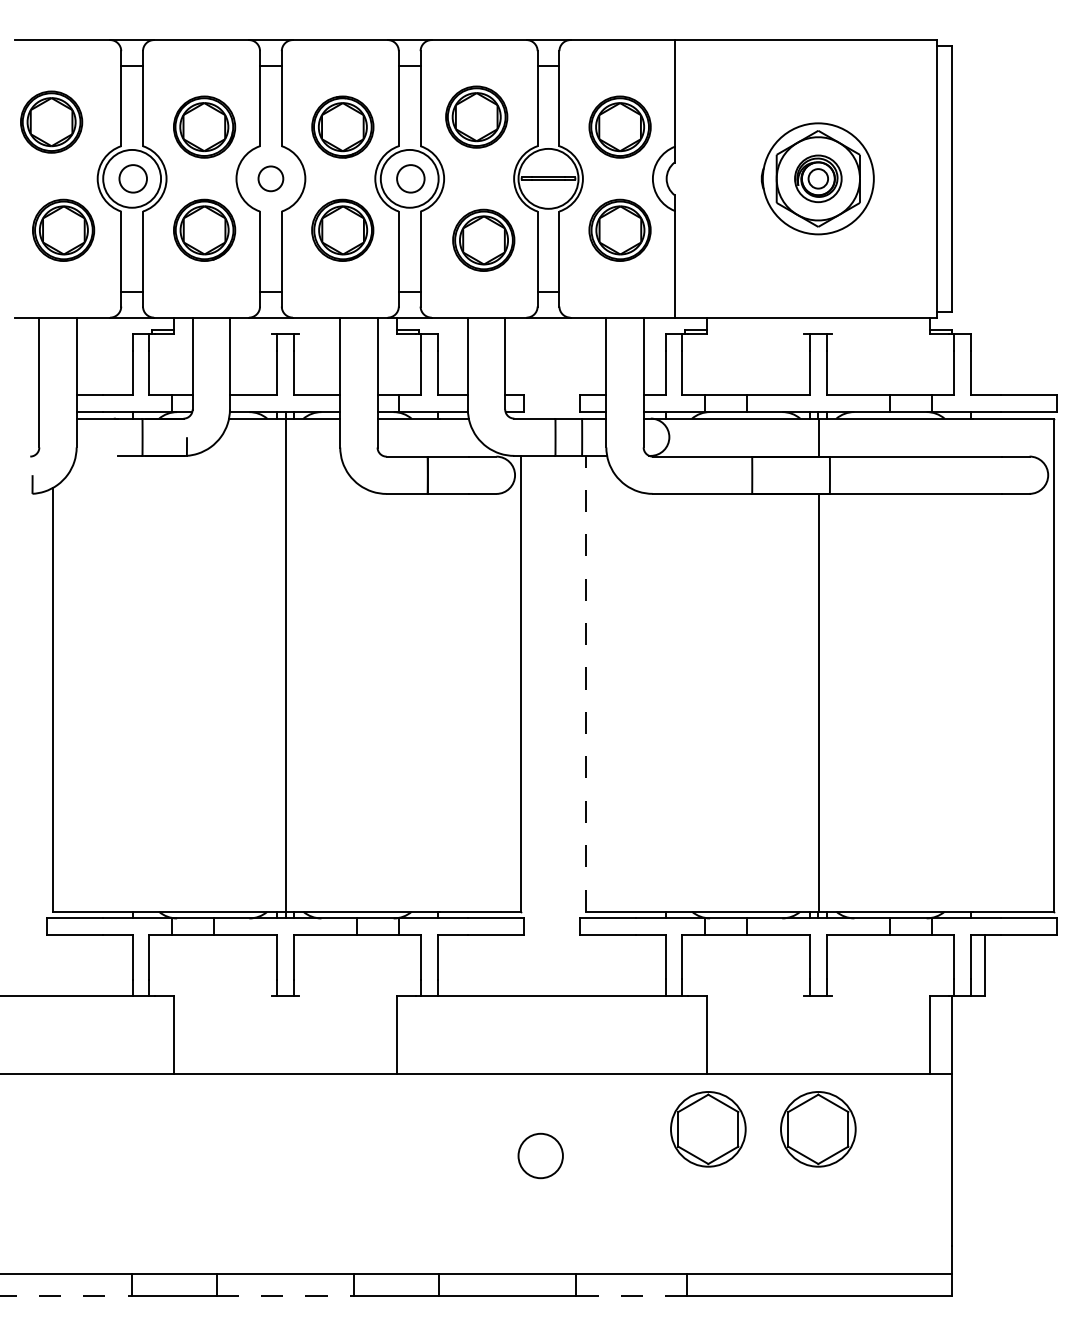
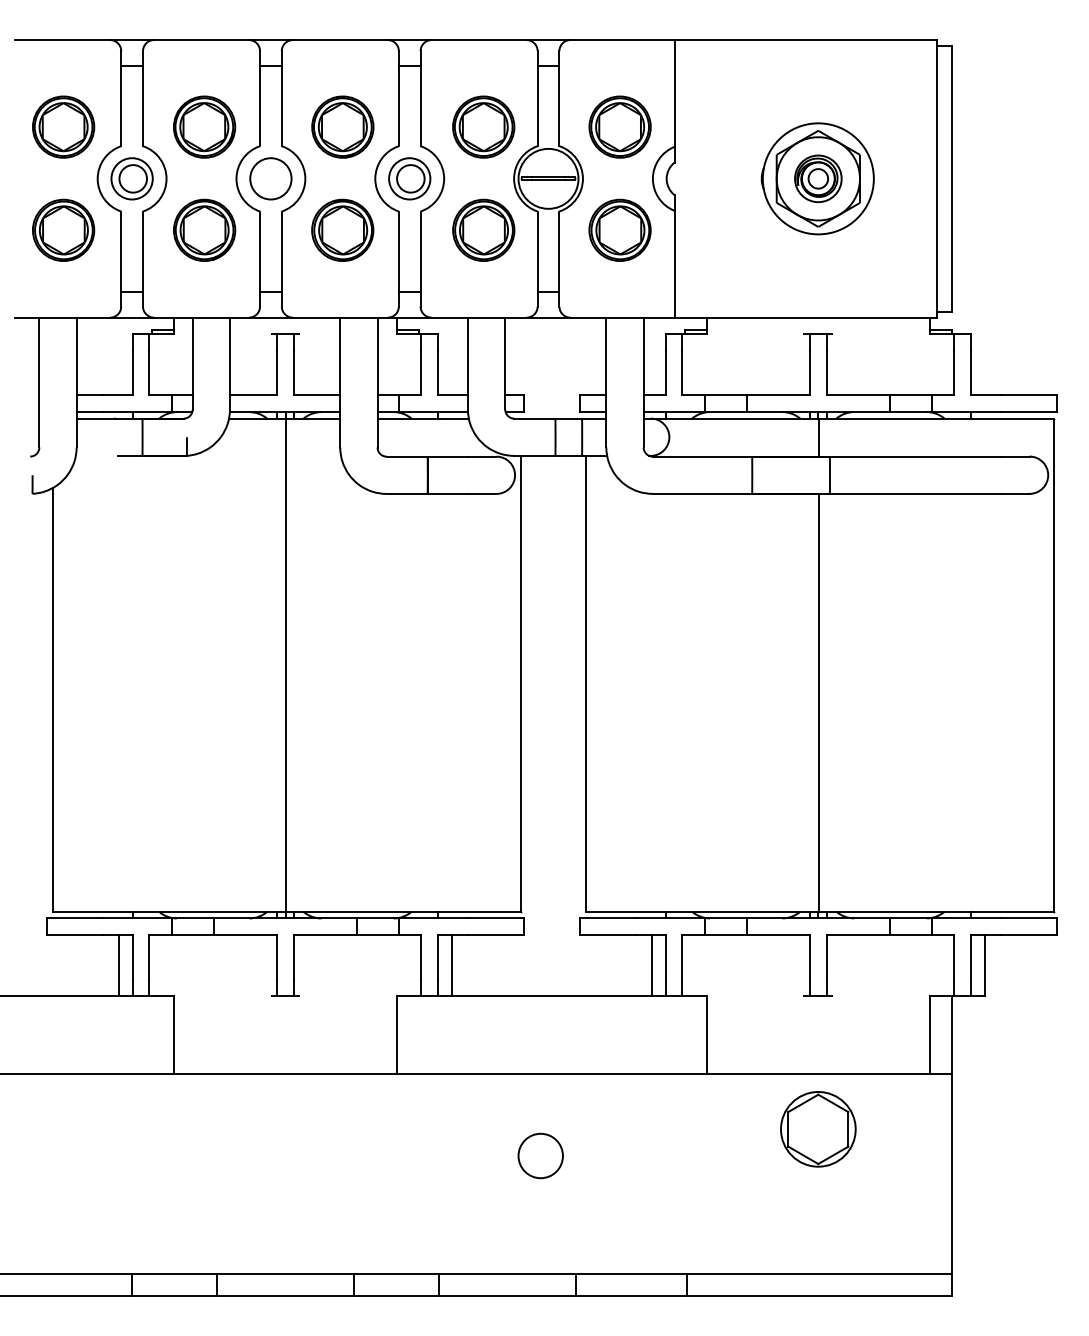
part at (476, 116) position: (476, 116) -> (483, 126)
part at (51, 121) position: (51, 121) -> (63, 126)
circle at (132, 178) diameter: 58 px -> 41 px
circle at (270, 178) diameter: 25 px -> 41 px
circle at (409, 178) diameter: 58 px -> 41 px
part at (483, 239) position: (483, 239) -> (483, 229)
line at (585, 683): dashed -> solid
line at (118, 965): none -> present
line at (451, 965): none -> present
line at (651, 965): none -> present
part at (708, 1129): present -> none
line at (66, 1295): dashed -> solid
line at (285, 1295): dashed -> solid
line at (631, 1295): dashed -> solid
